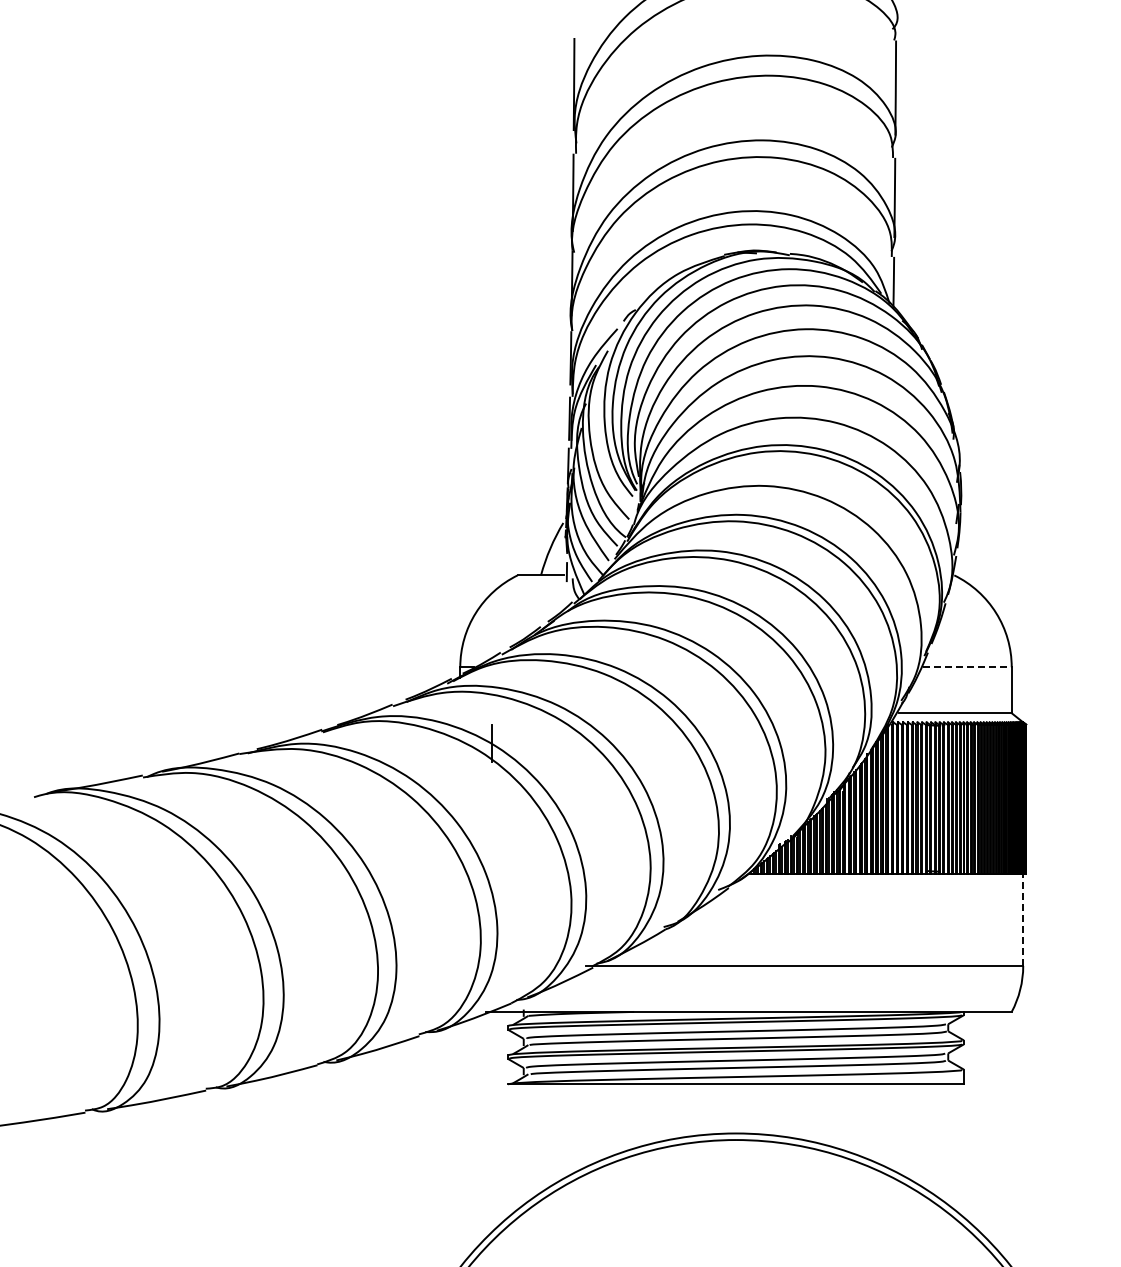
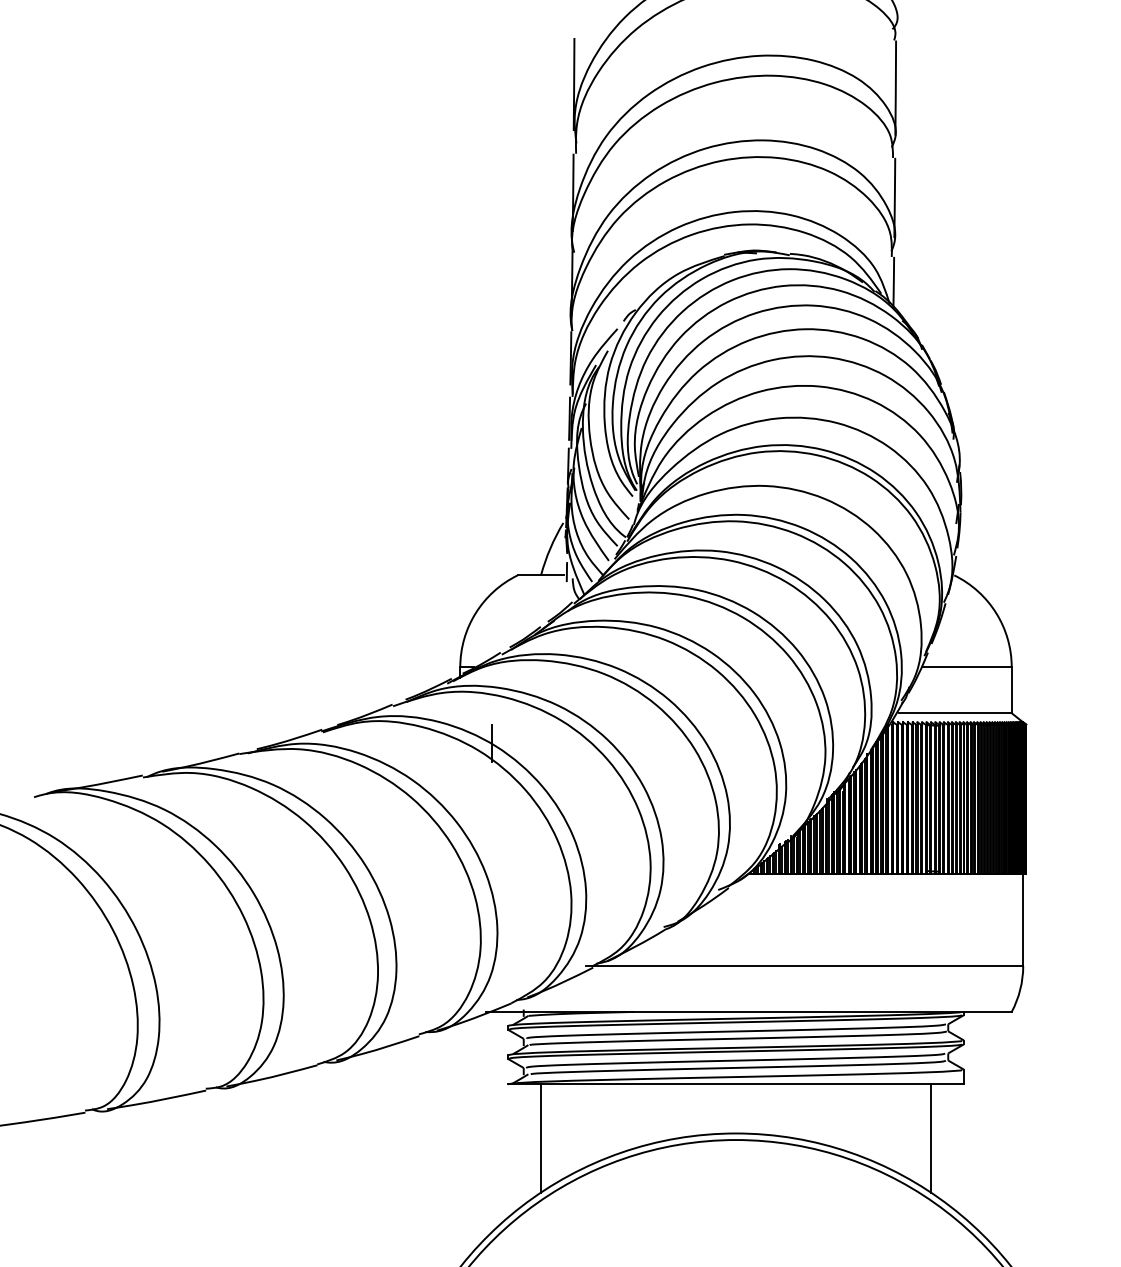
line at (967, 667): dashed -> solid
line at (1023, 920): dashed -> solid
line at (540, 1138): none -> present
line at (931, 1138): none -> present
